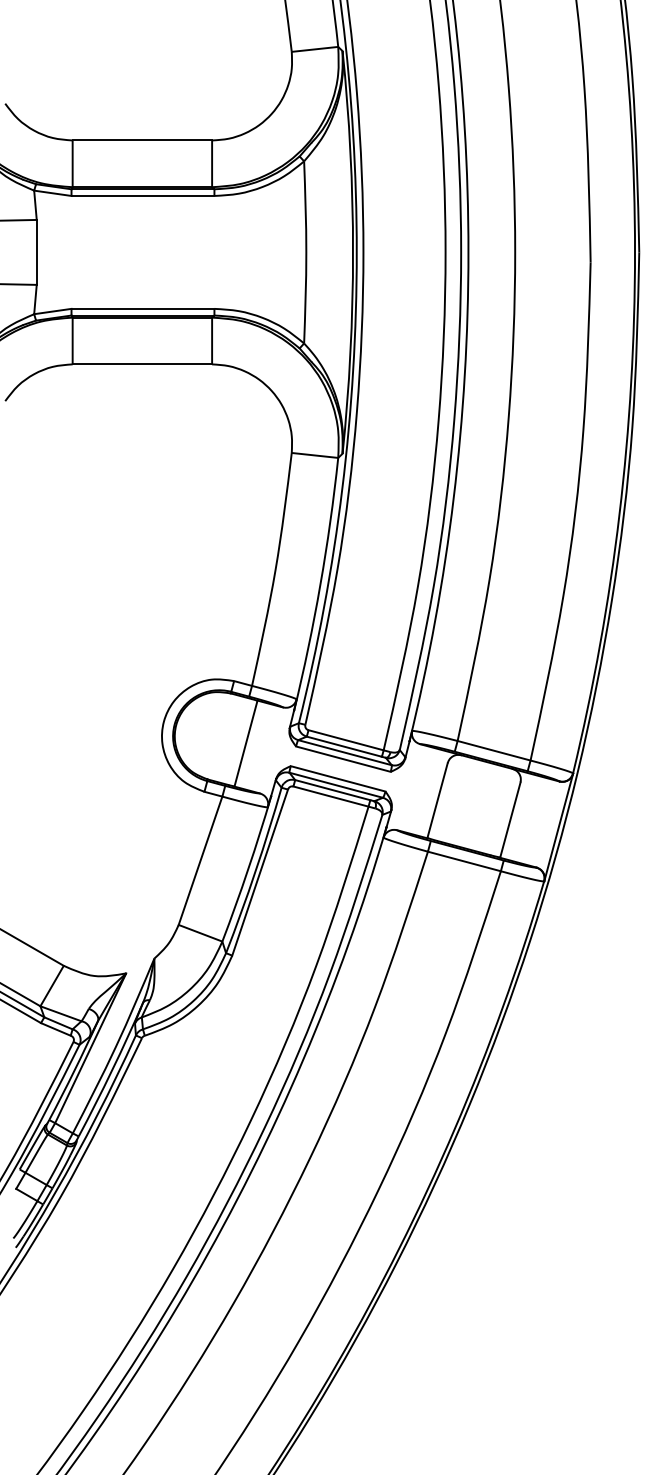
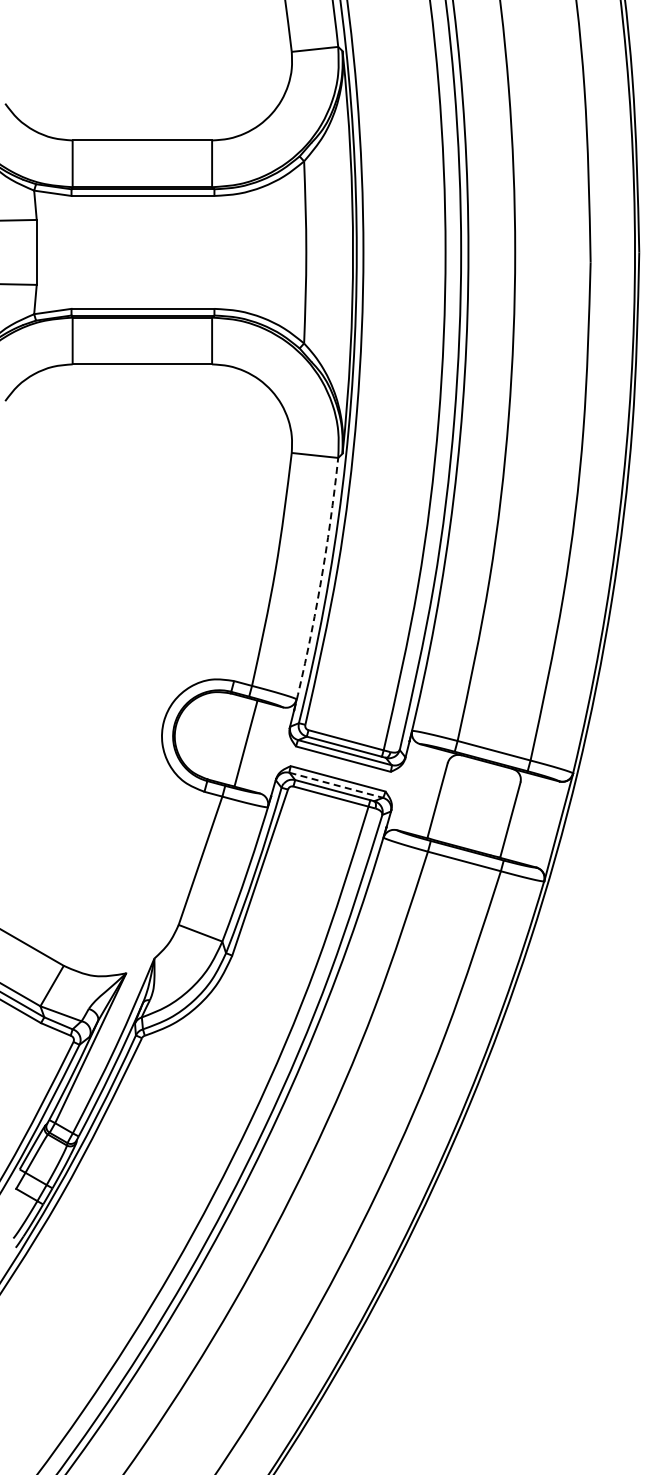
arc at (320, 584): solid -> dashed
line at (336, 785): solid -> dashed
